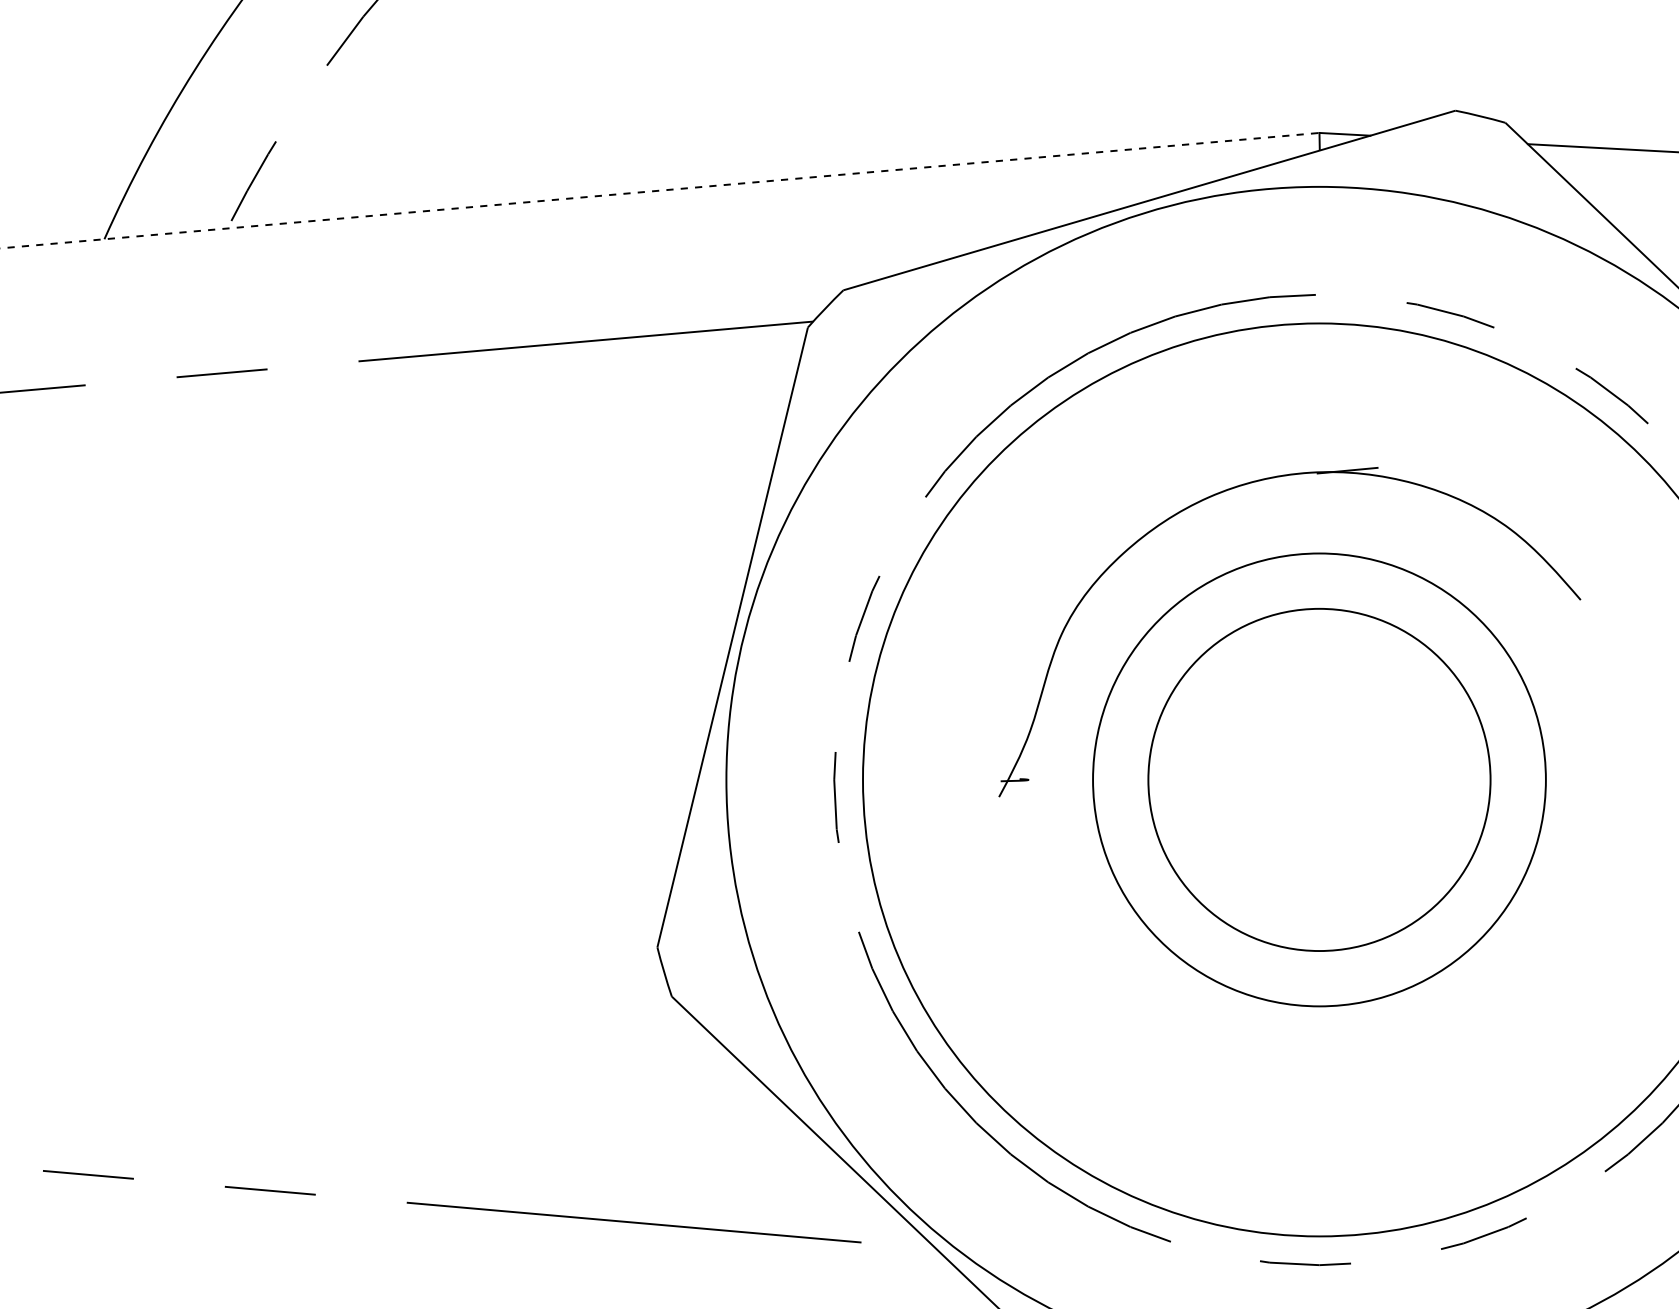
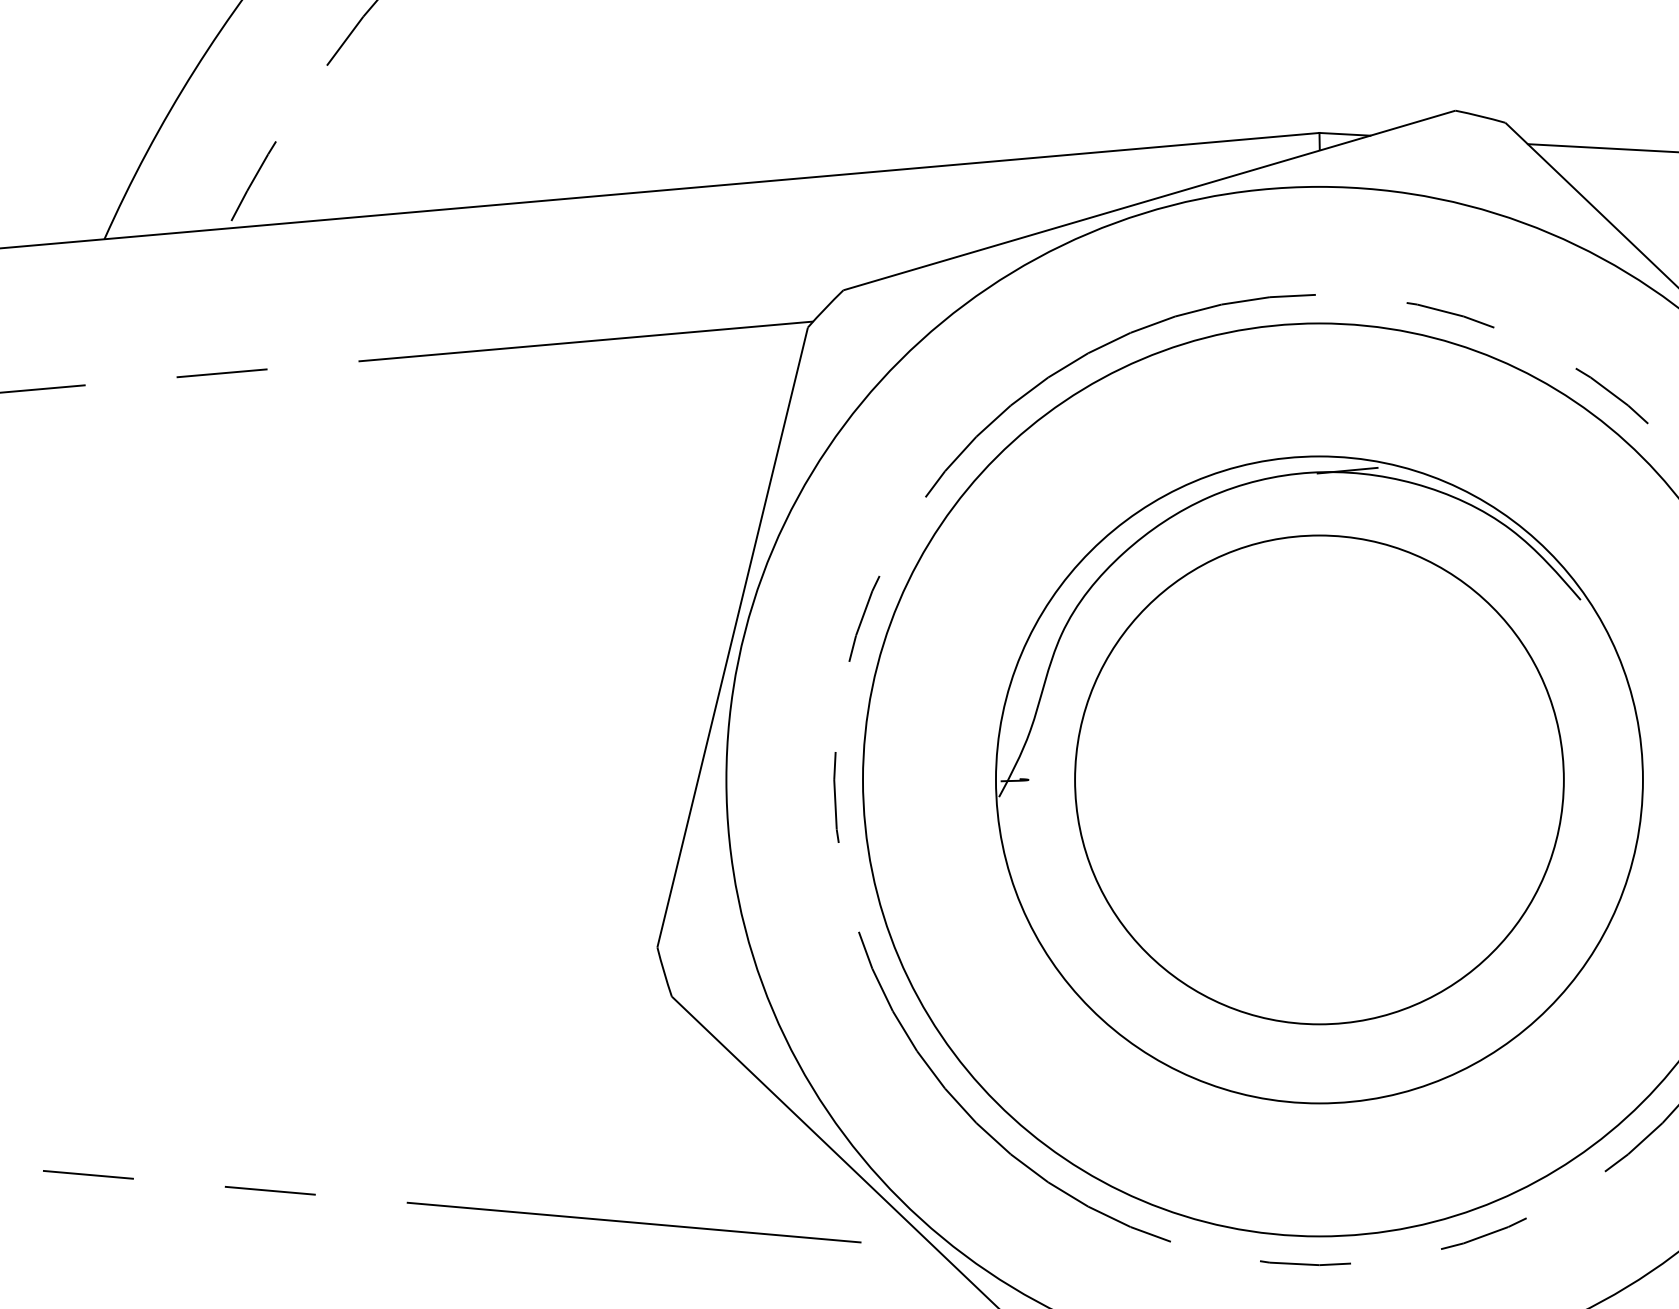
line at (660, 190): dashed -> solid
circle at (1319, 779) diameter: 342 px -> 489 px
circle at (1319, 779) diameter: 453 px -> 647 px
